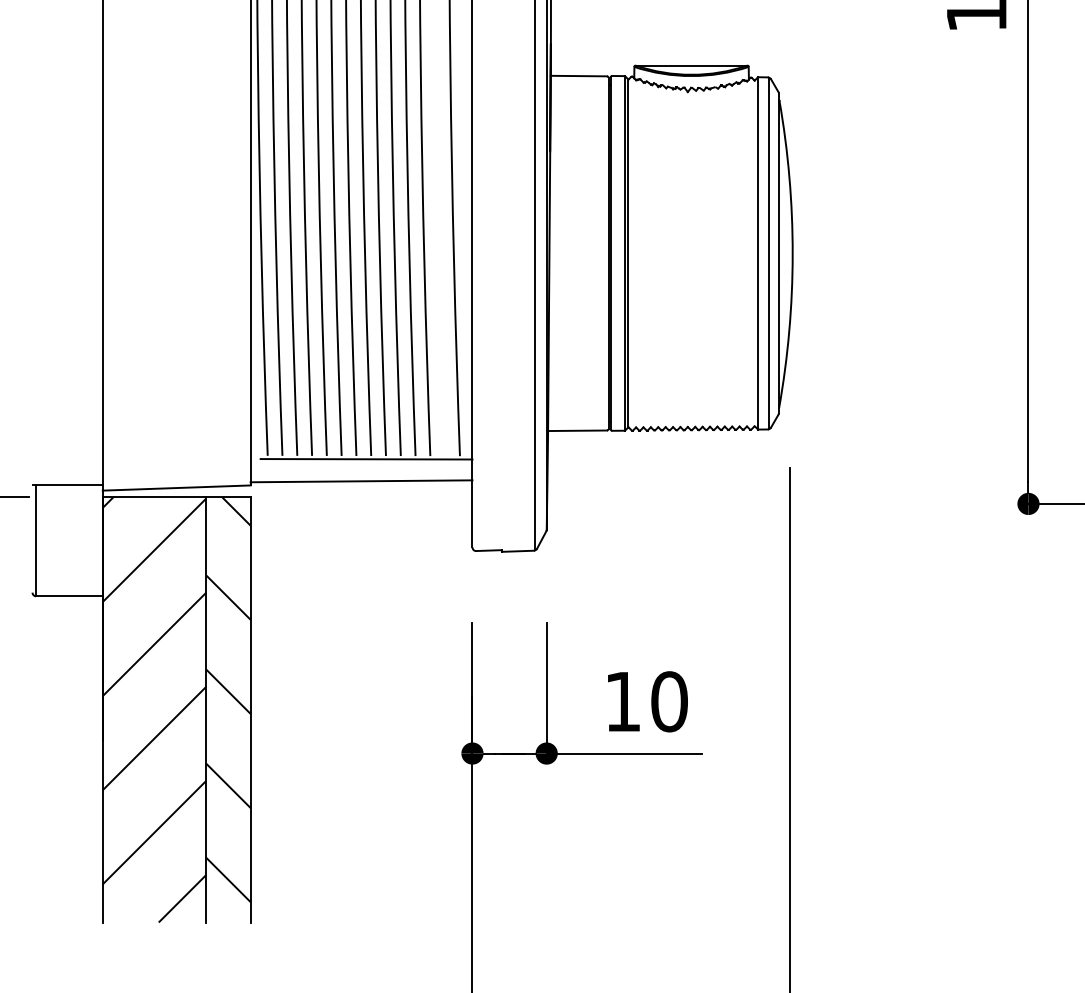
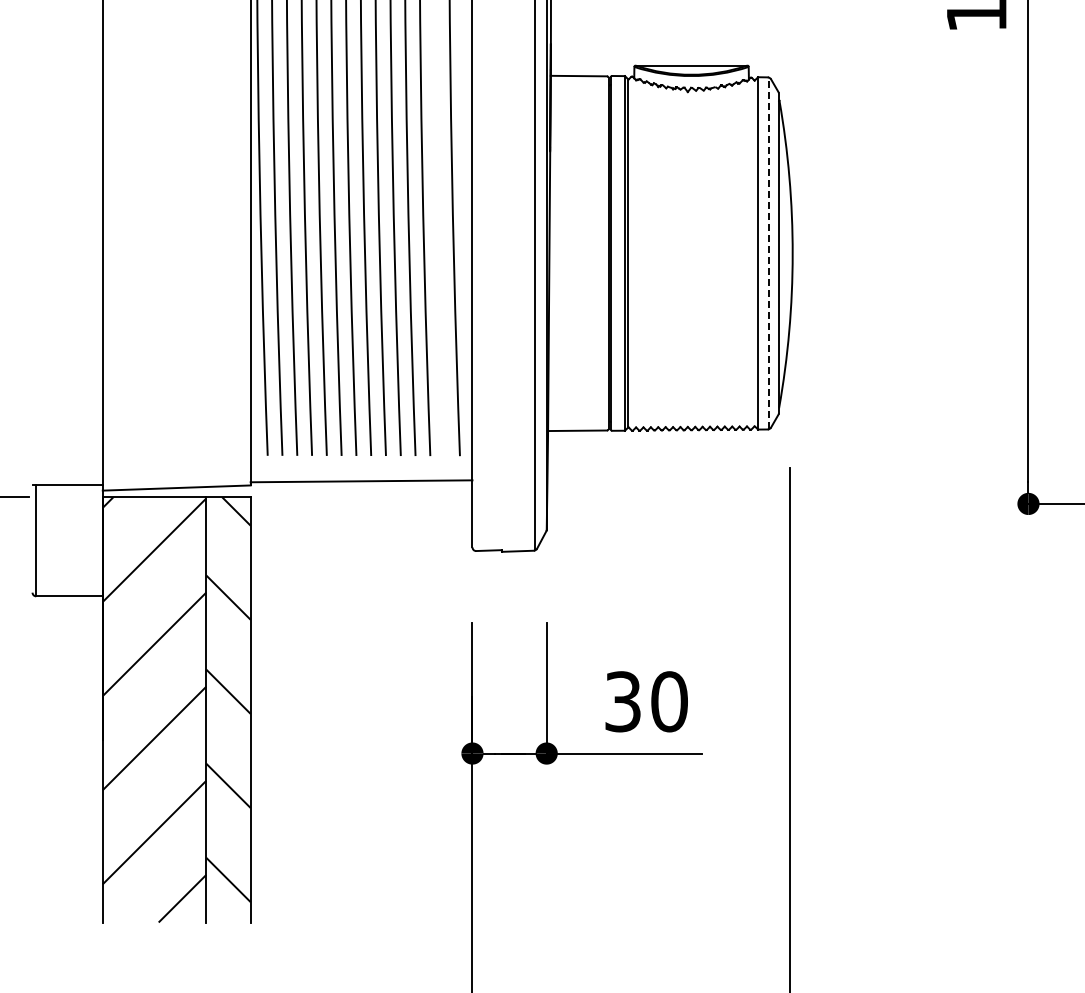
line at (769, 253): solid -> dashed
line at (366, 459): present -> none
text at (622, 701): 10 -> 30
